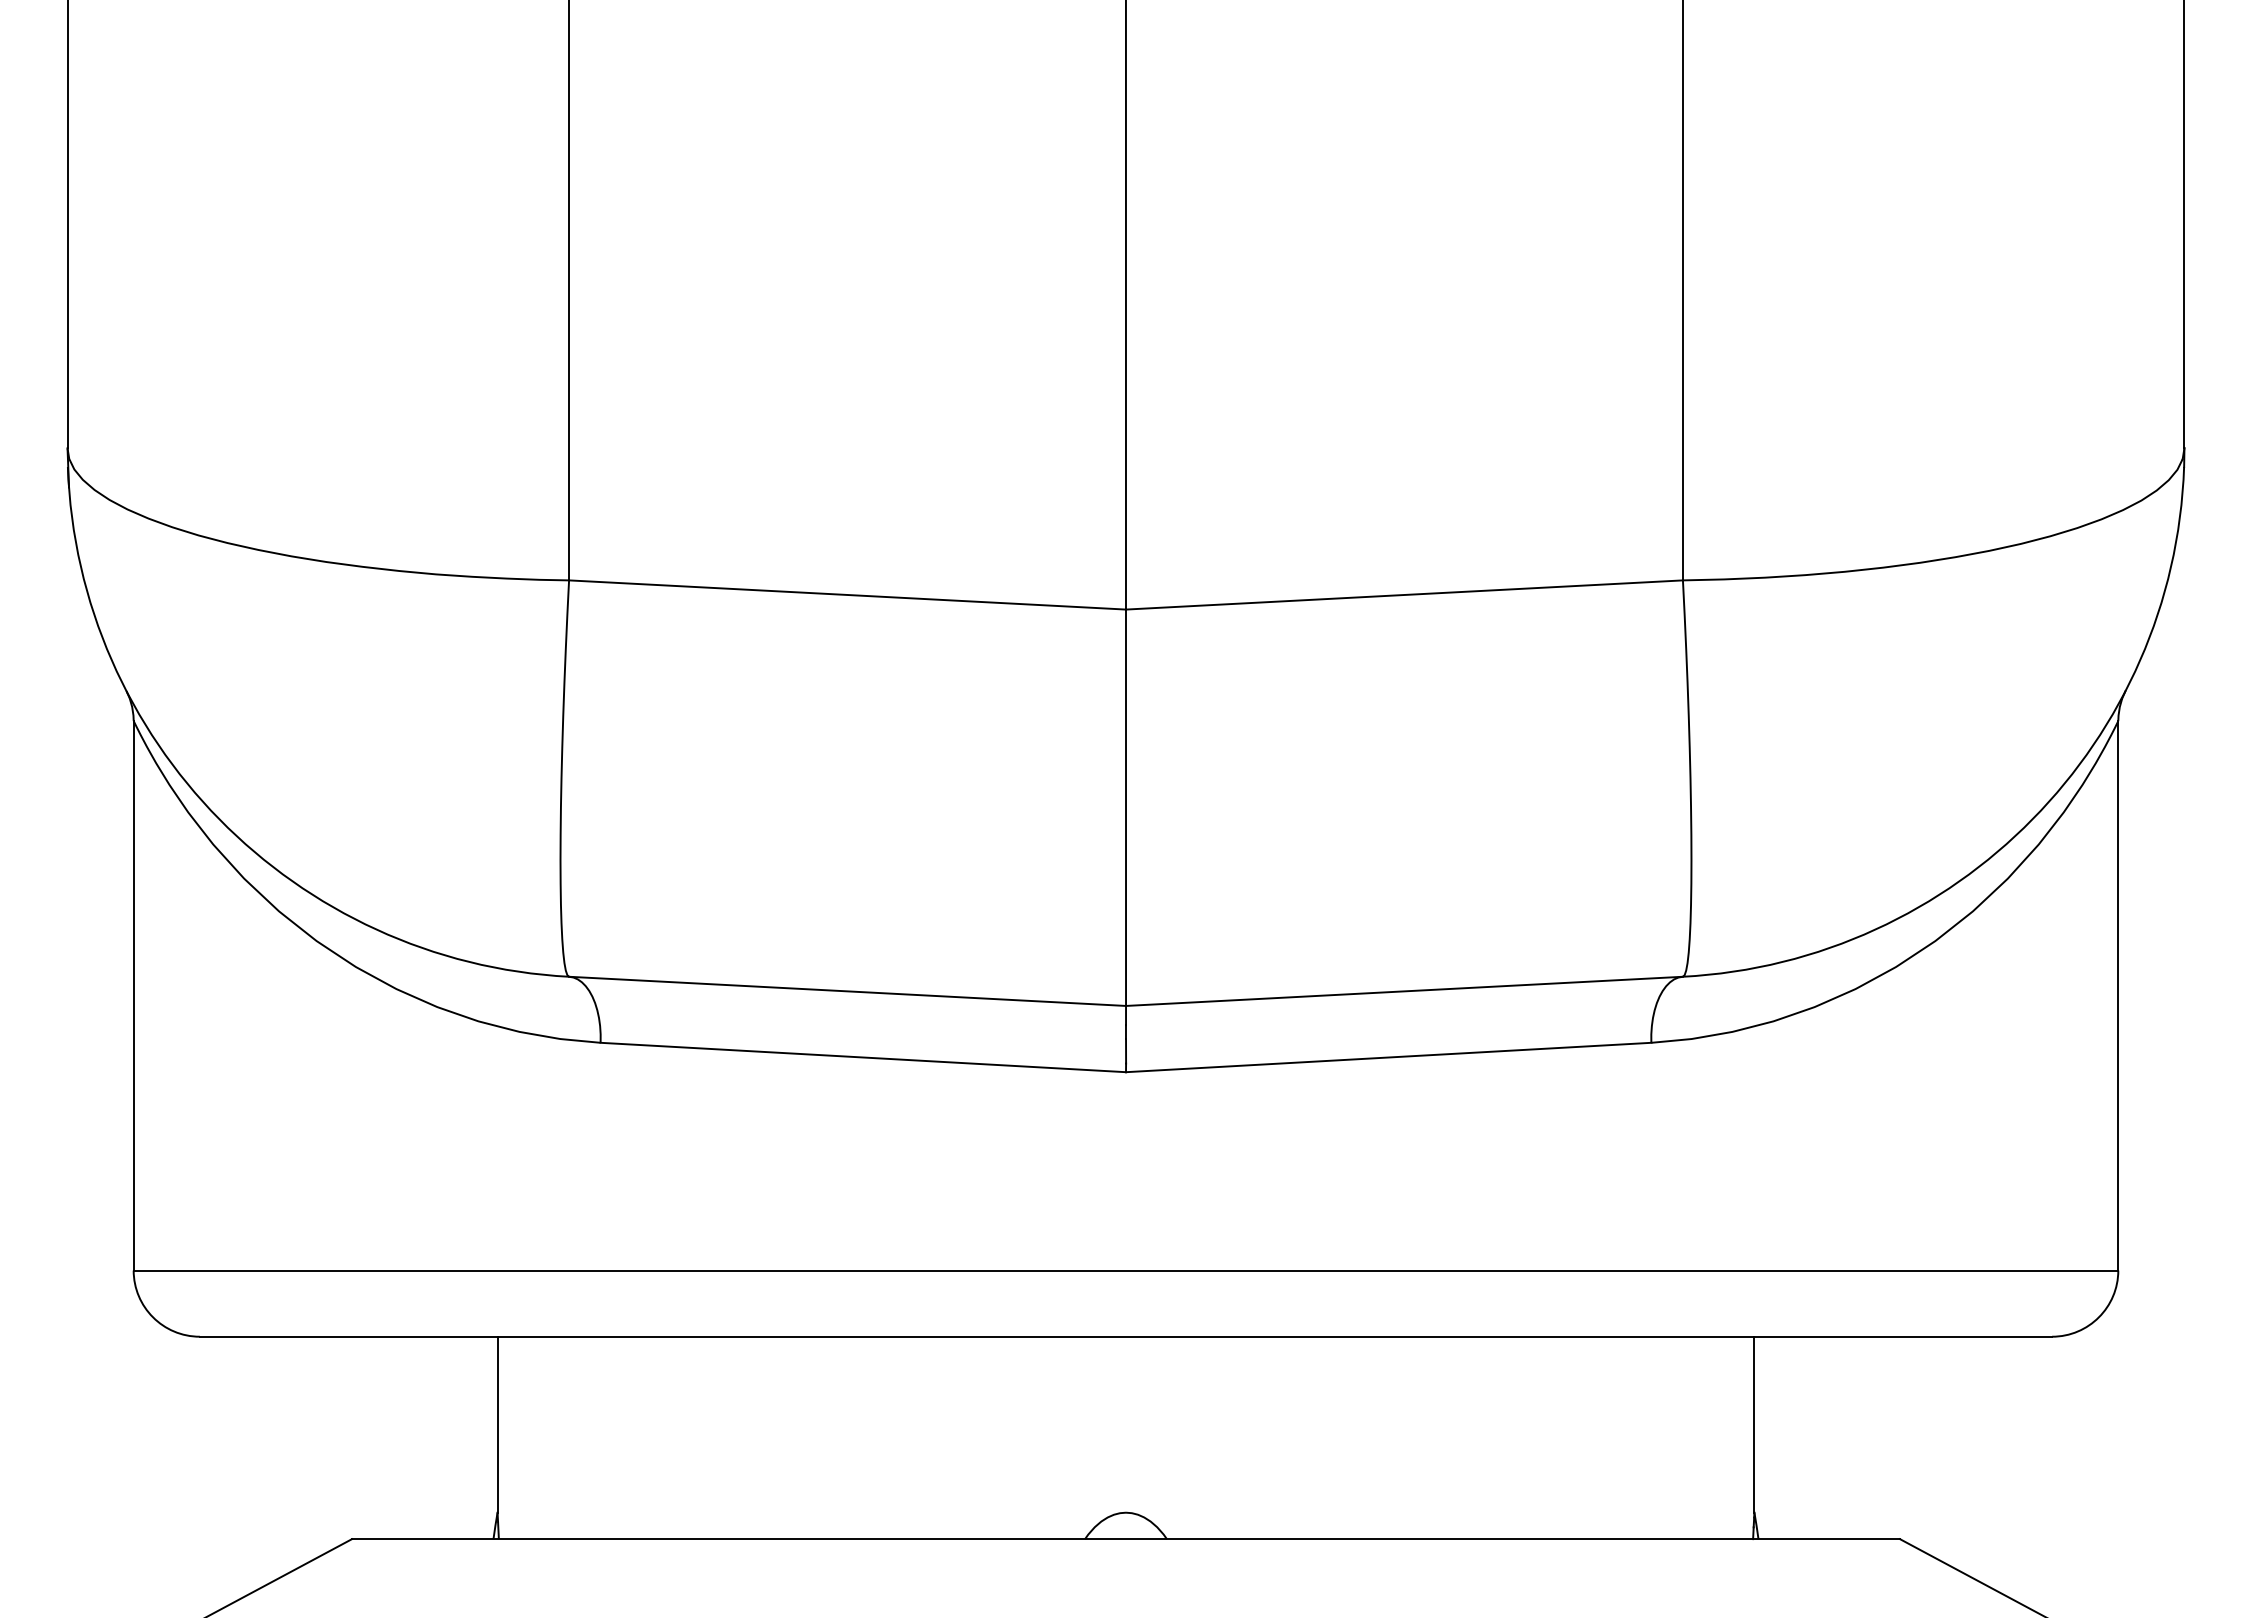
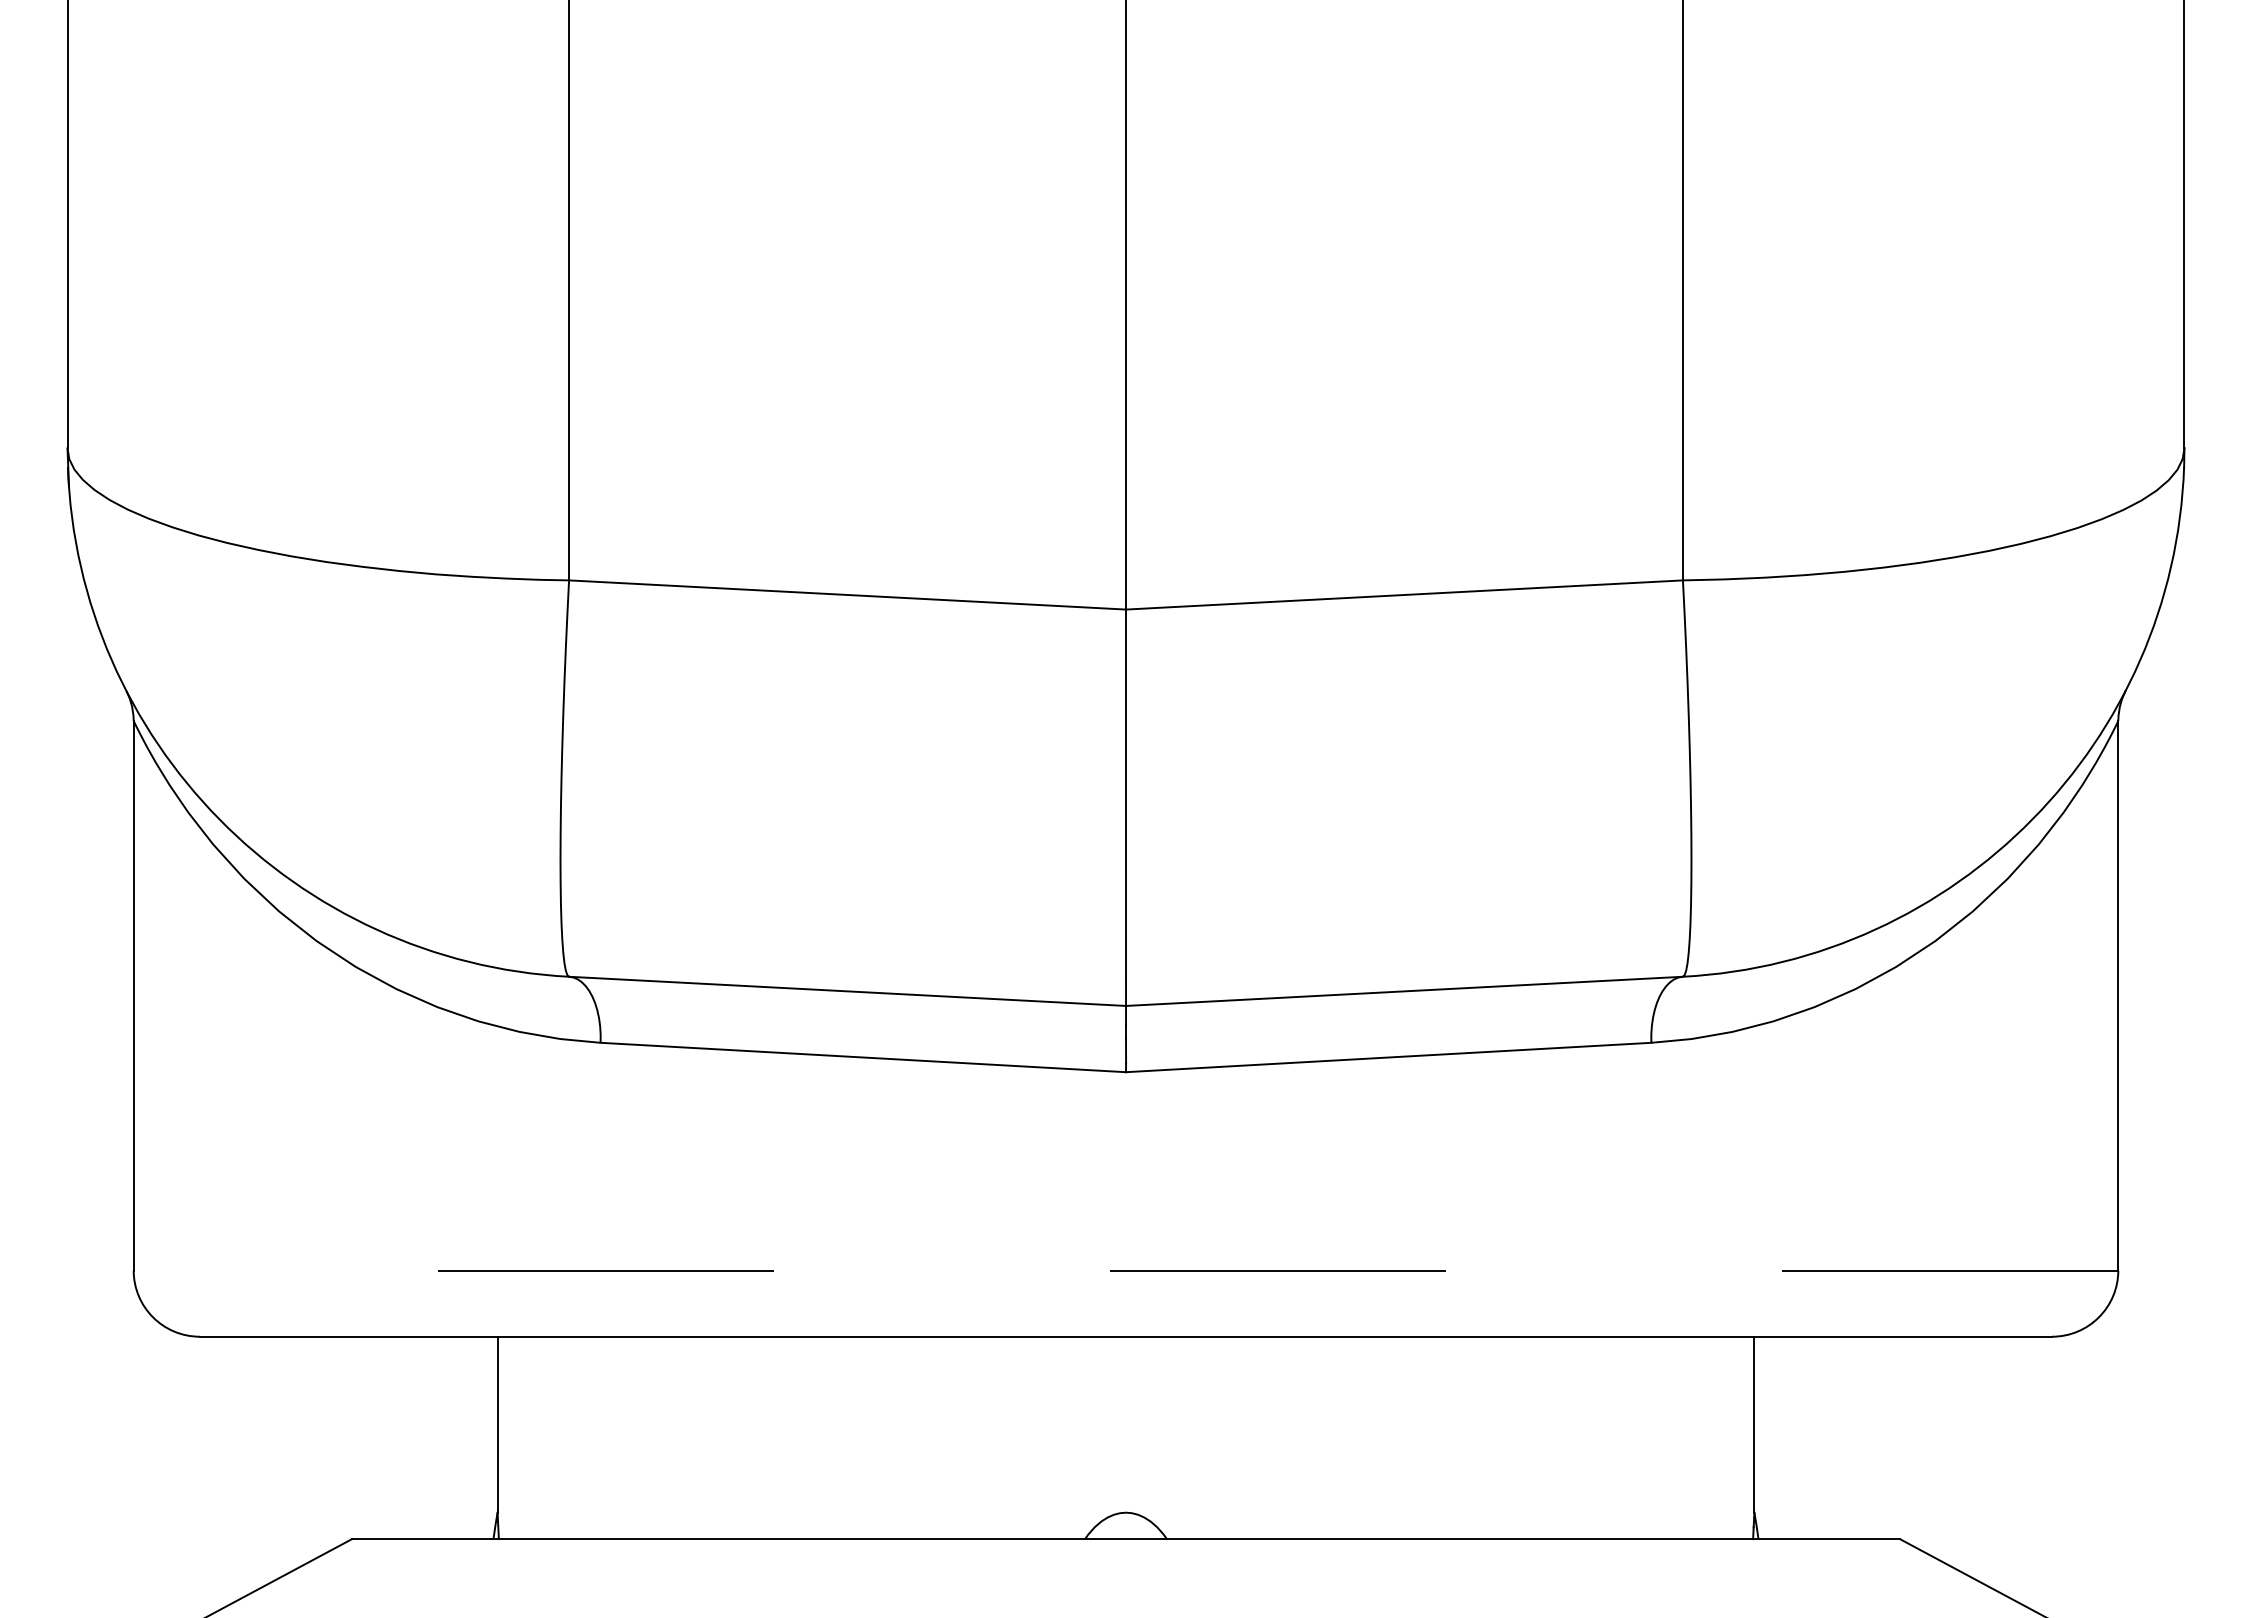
line at (1125, 1270): solid -> dashed
